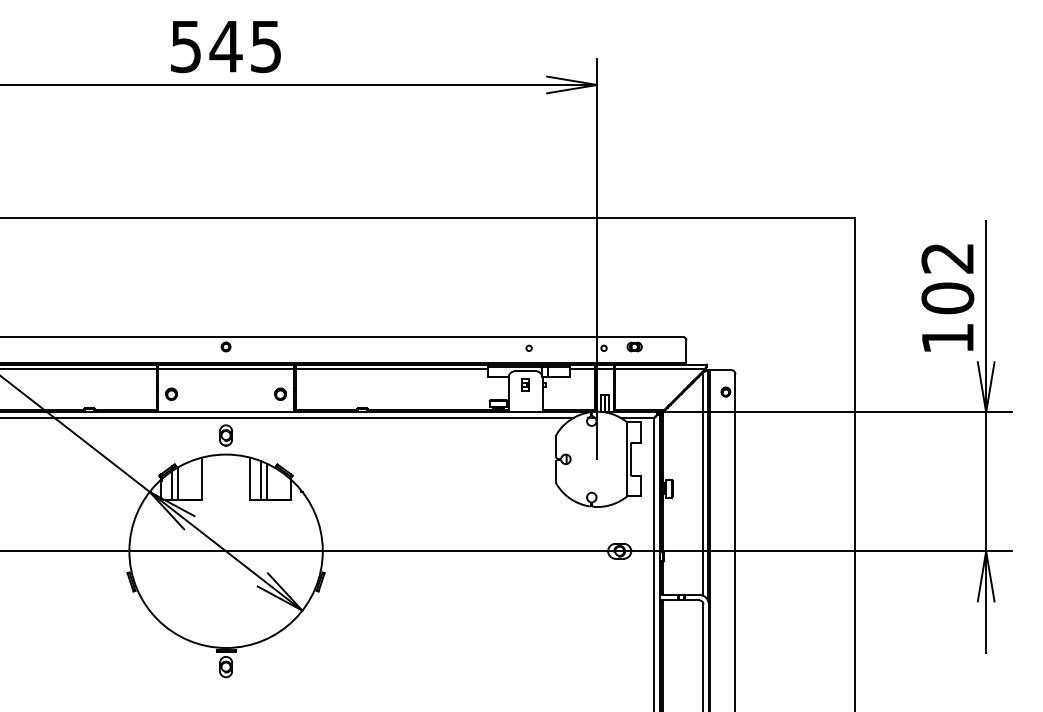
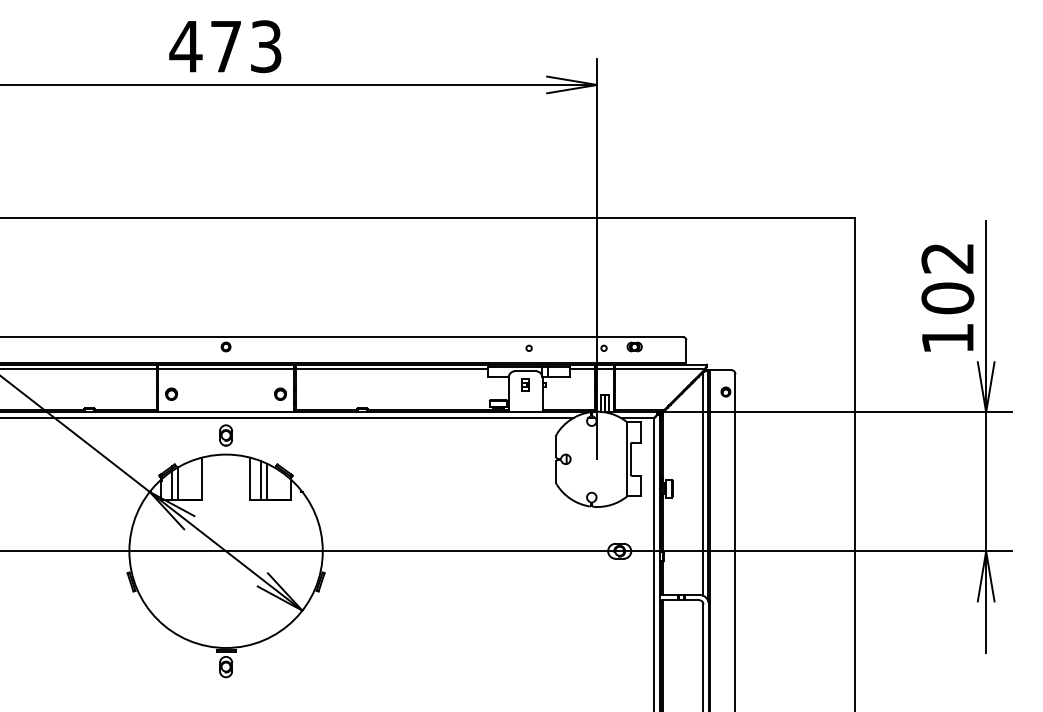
text at (225, 46): 545 -> 473
